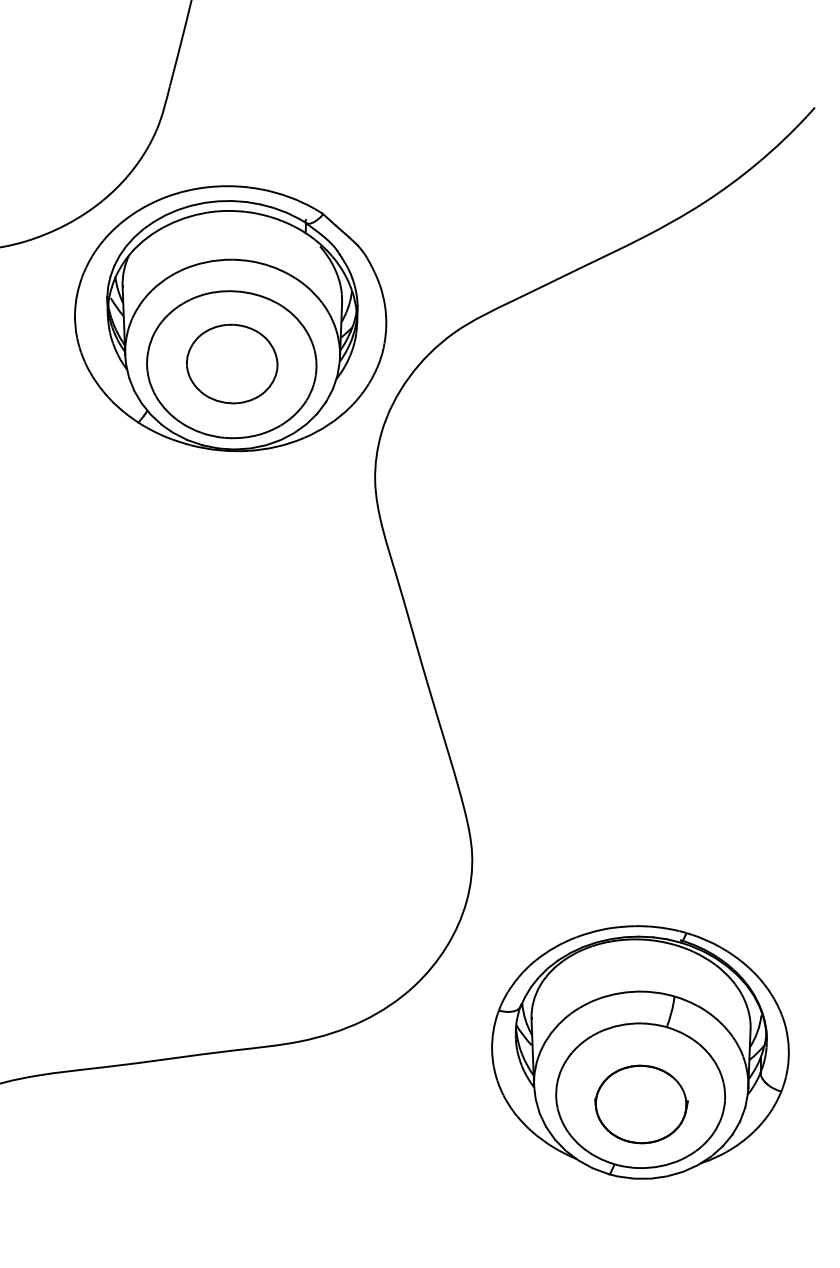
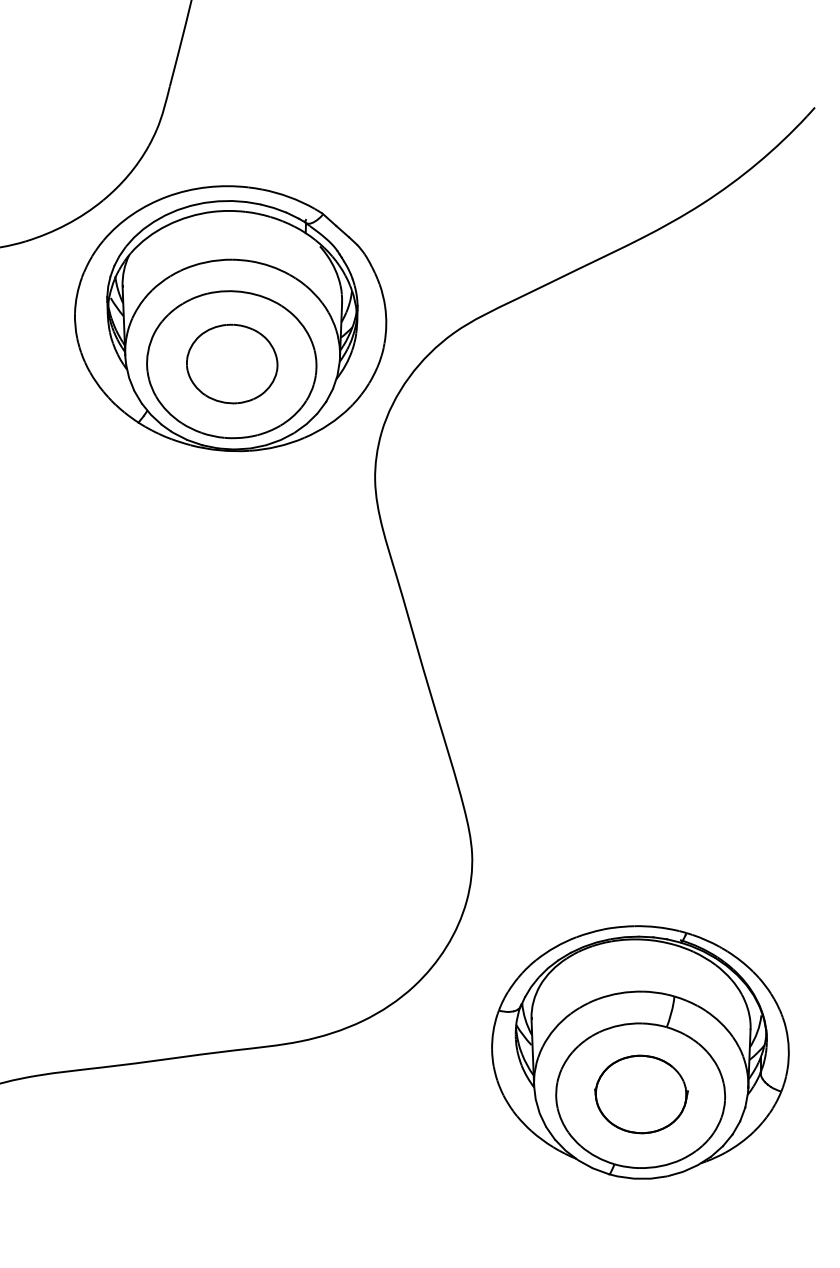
part at (641, 1104) position: (641, 1104) -> (641, 1094)
